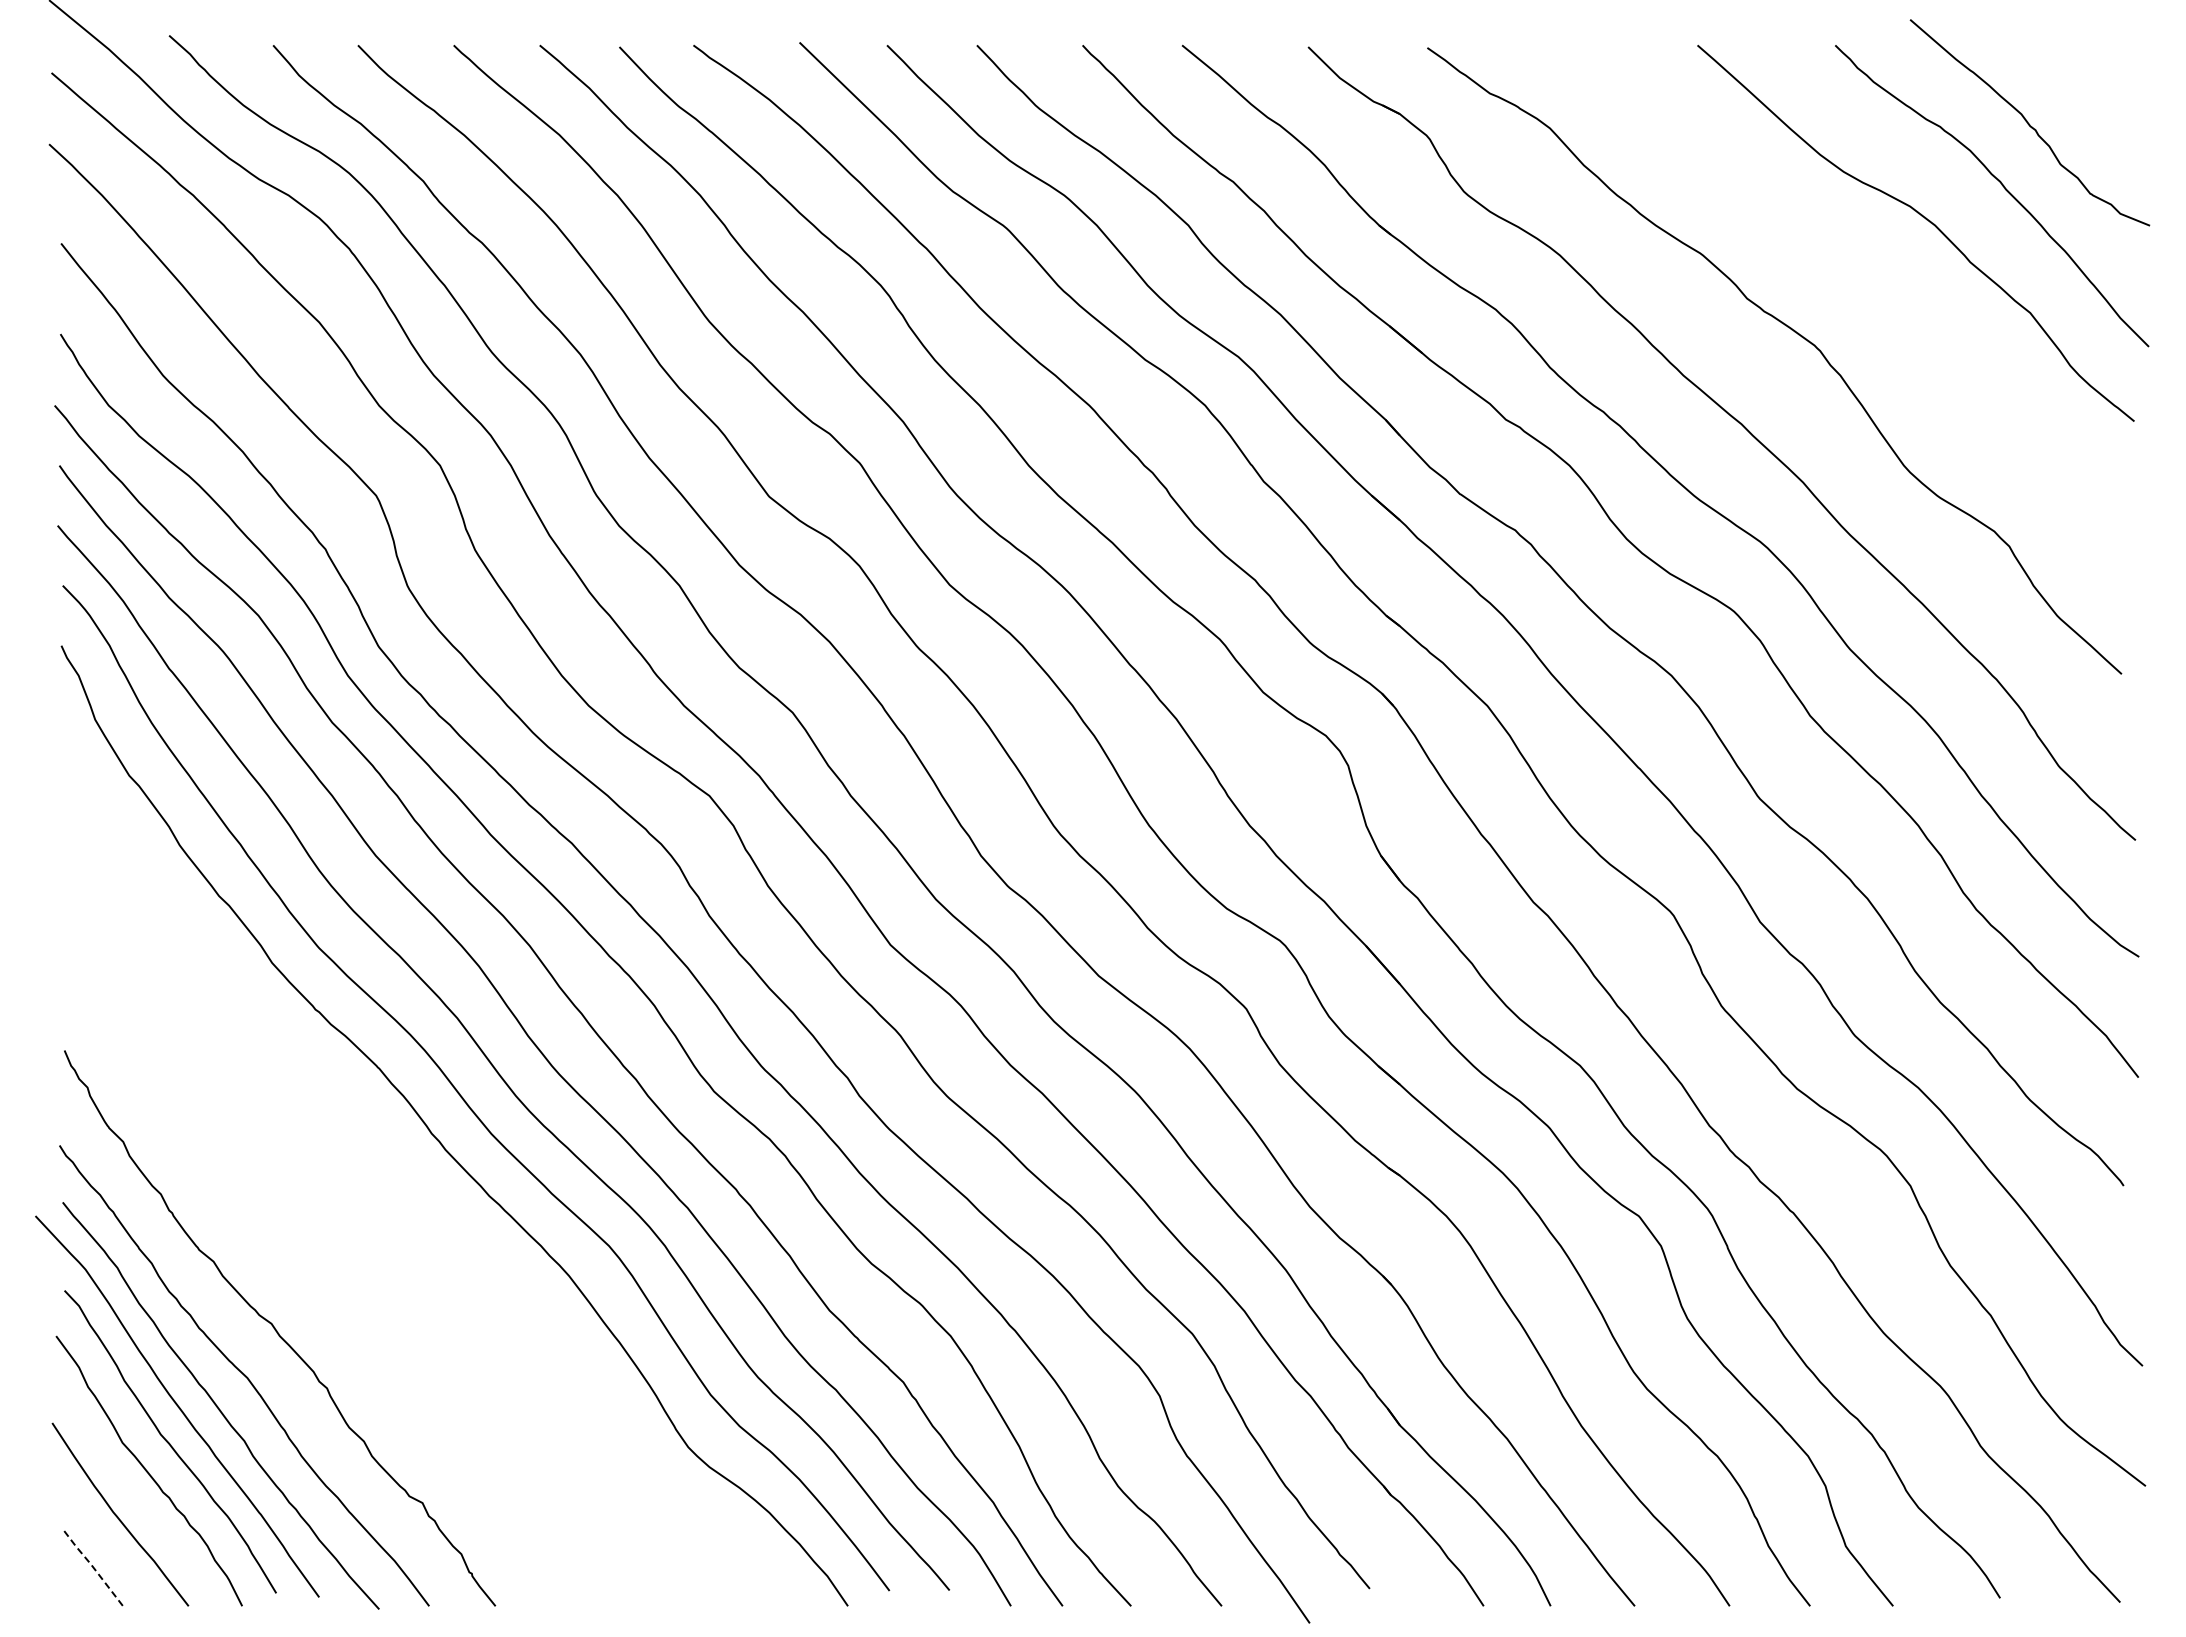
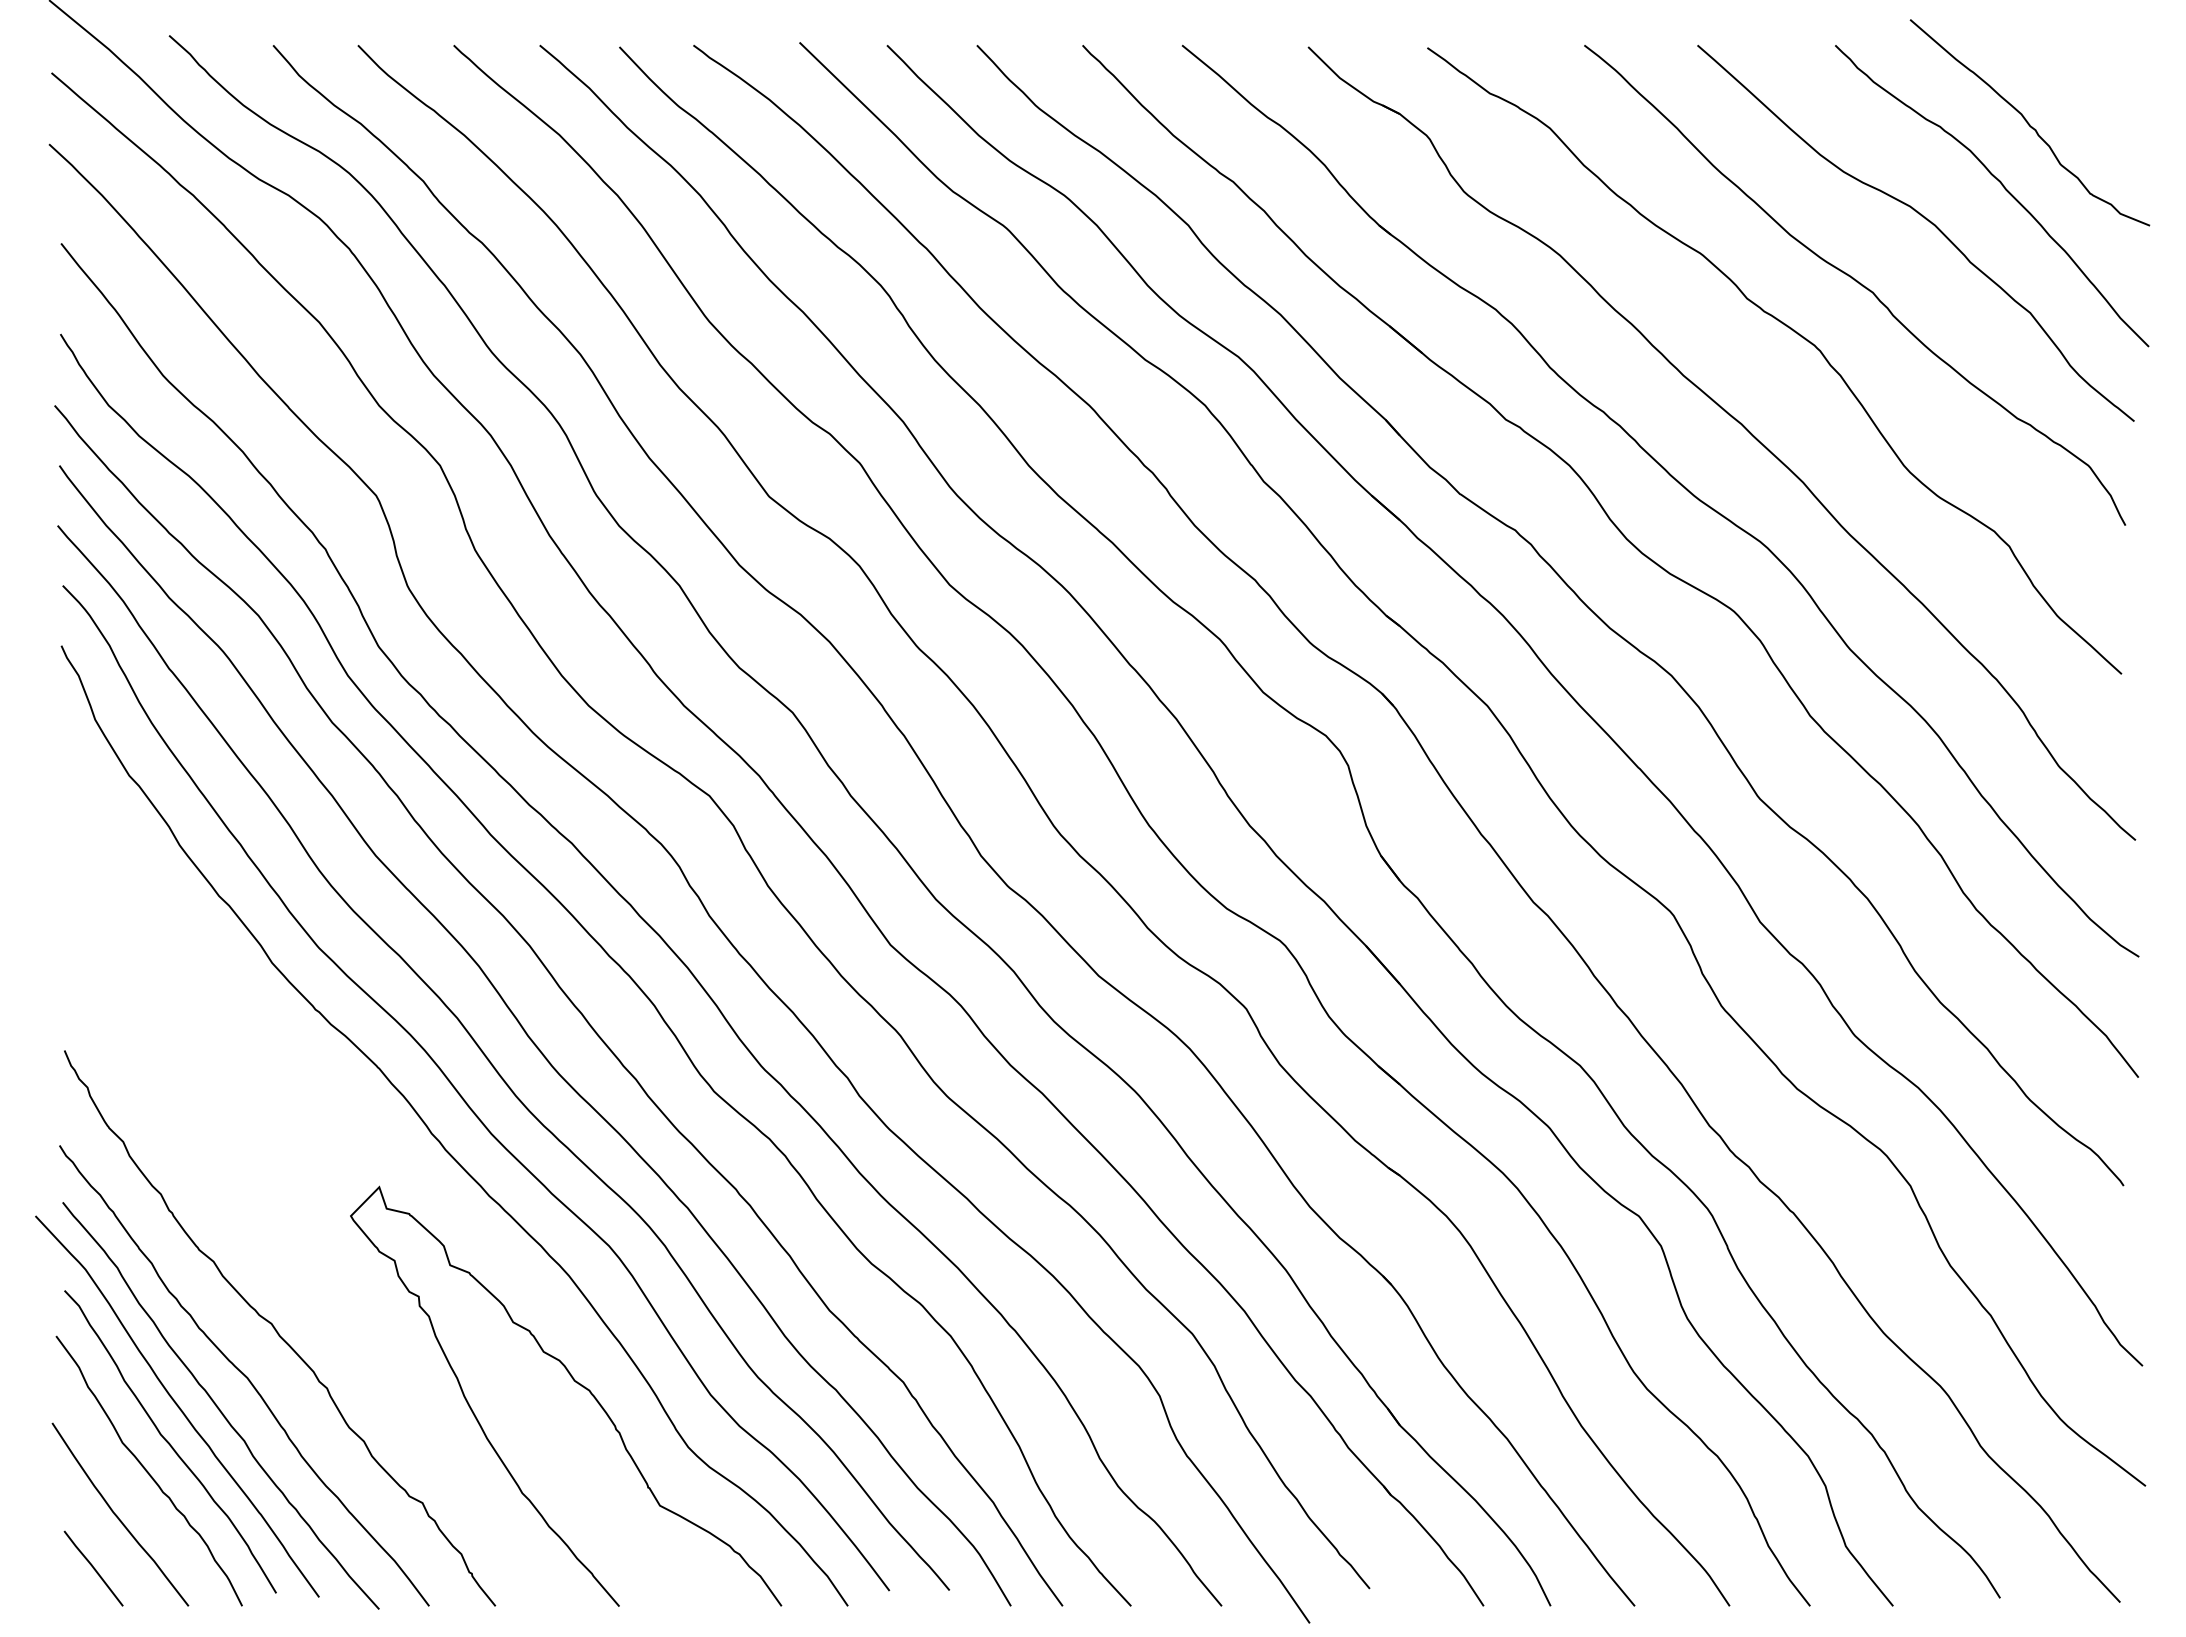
curve at (1856, 282): none -> present
curve at (576, 1383): none -> present
line at (93, 1567): dashed -> solid
